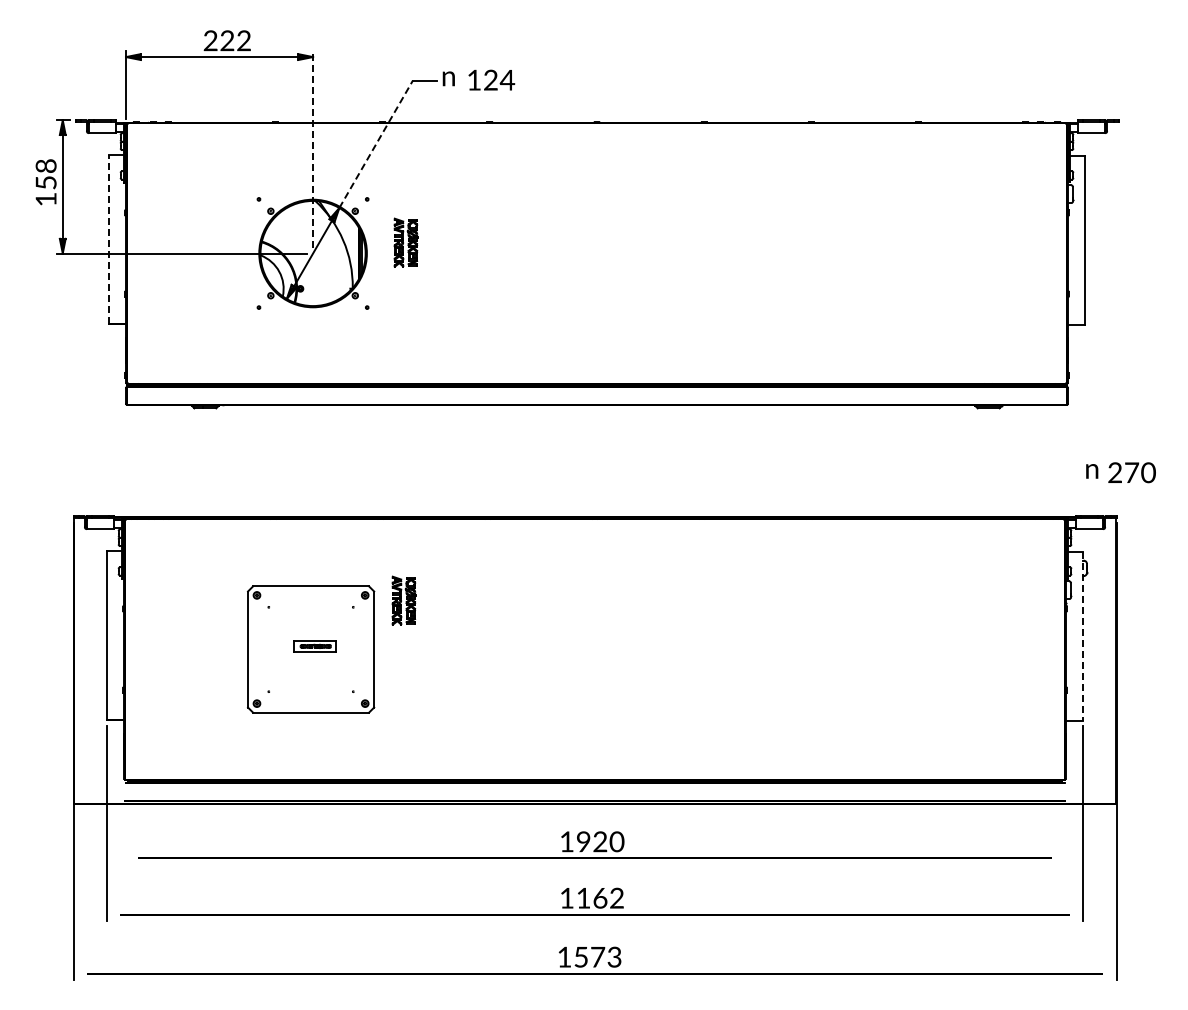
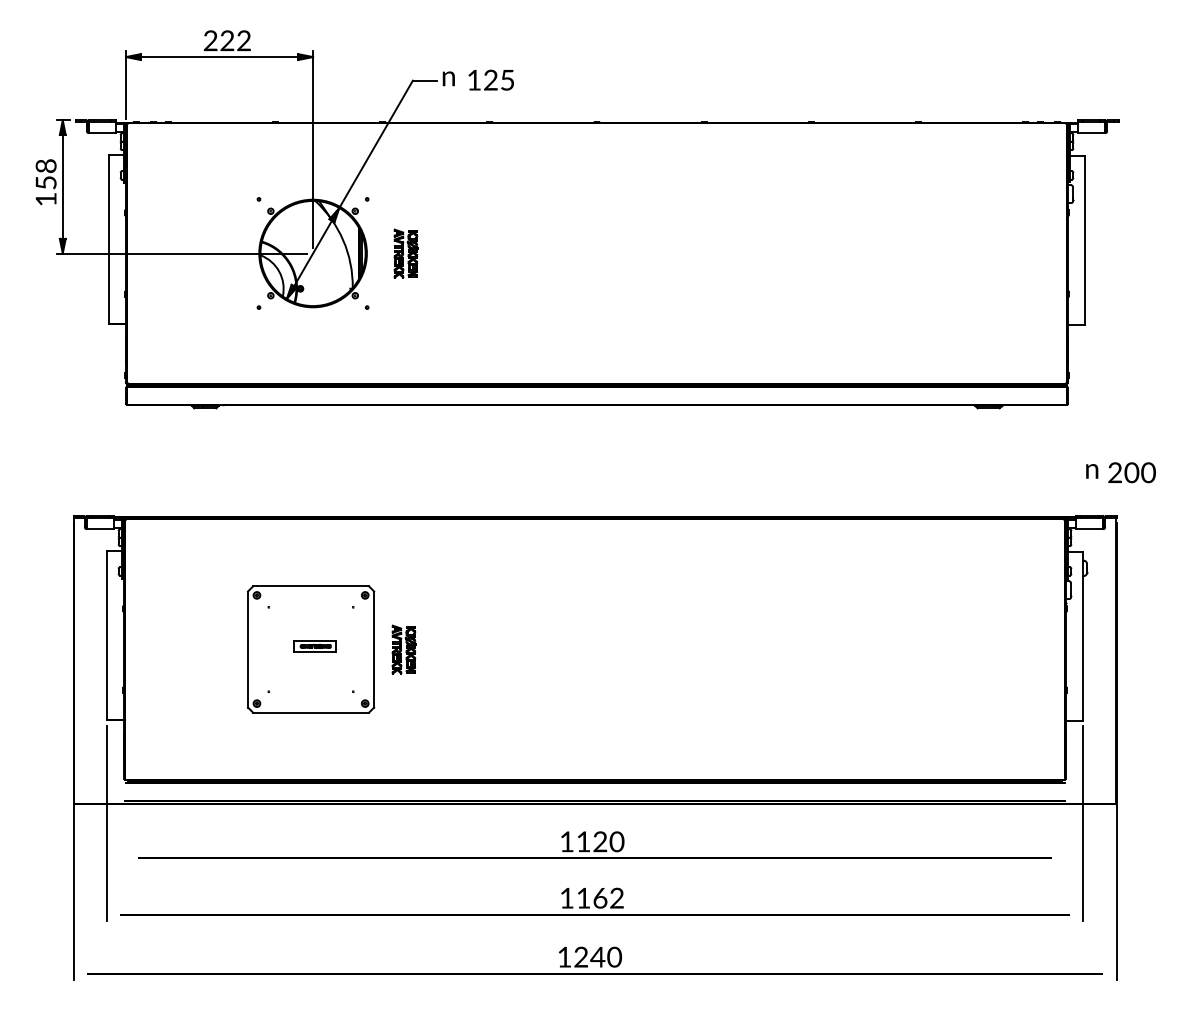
text at (507, 80): 124 -> 125
line at (376, 143): dashed -> solid
line at (313, 148): dashed -> solid
line at (108, 239): dashed -> solid
part at (405, 242) position: (405, 242) -> (405, 253)
text at (1131, 472): 270 -> 200
part at (403, 600) position: (403, 600) -> (403, 649)
line at (1083, 636): dashed -> solid
text at (583, 841): 1920 -> 1120
text at (598, 956): 1573 -> 1240
